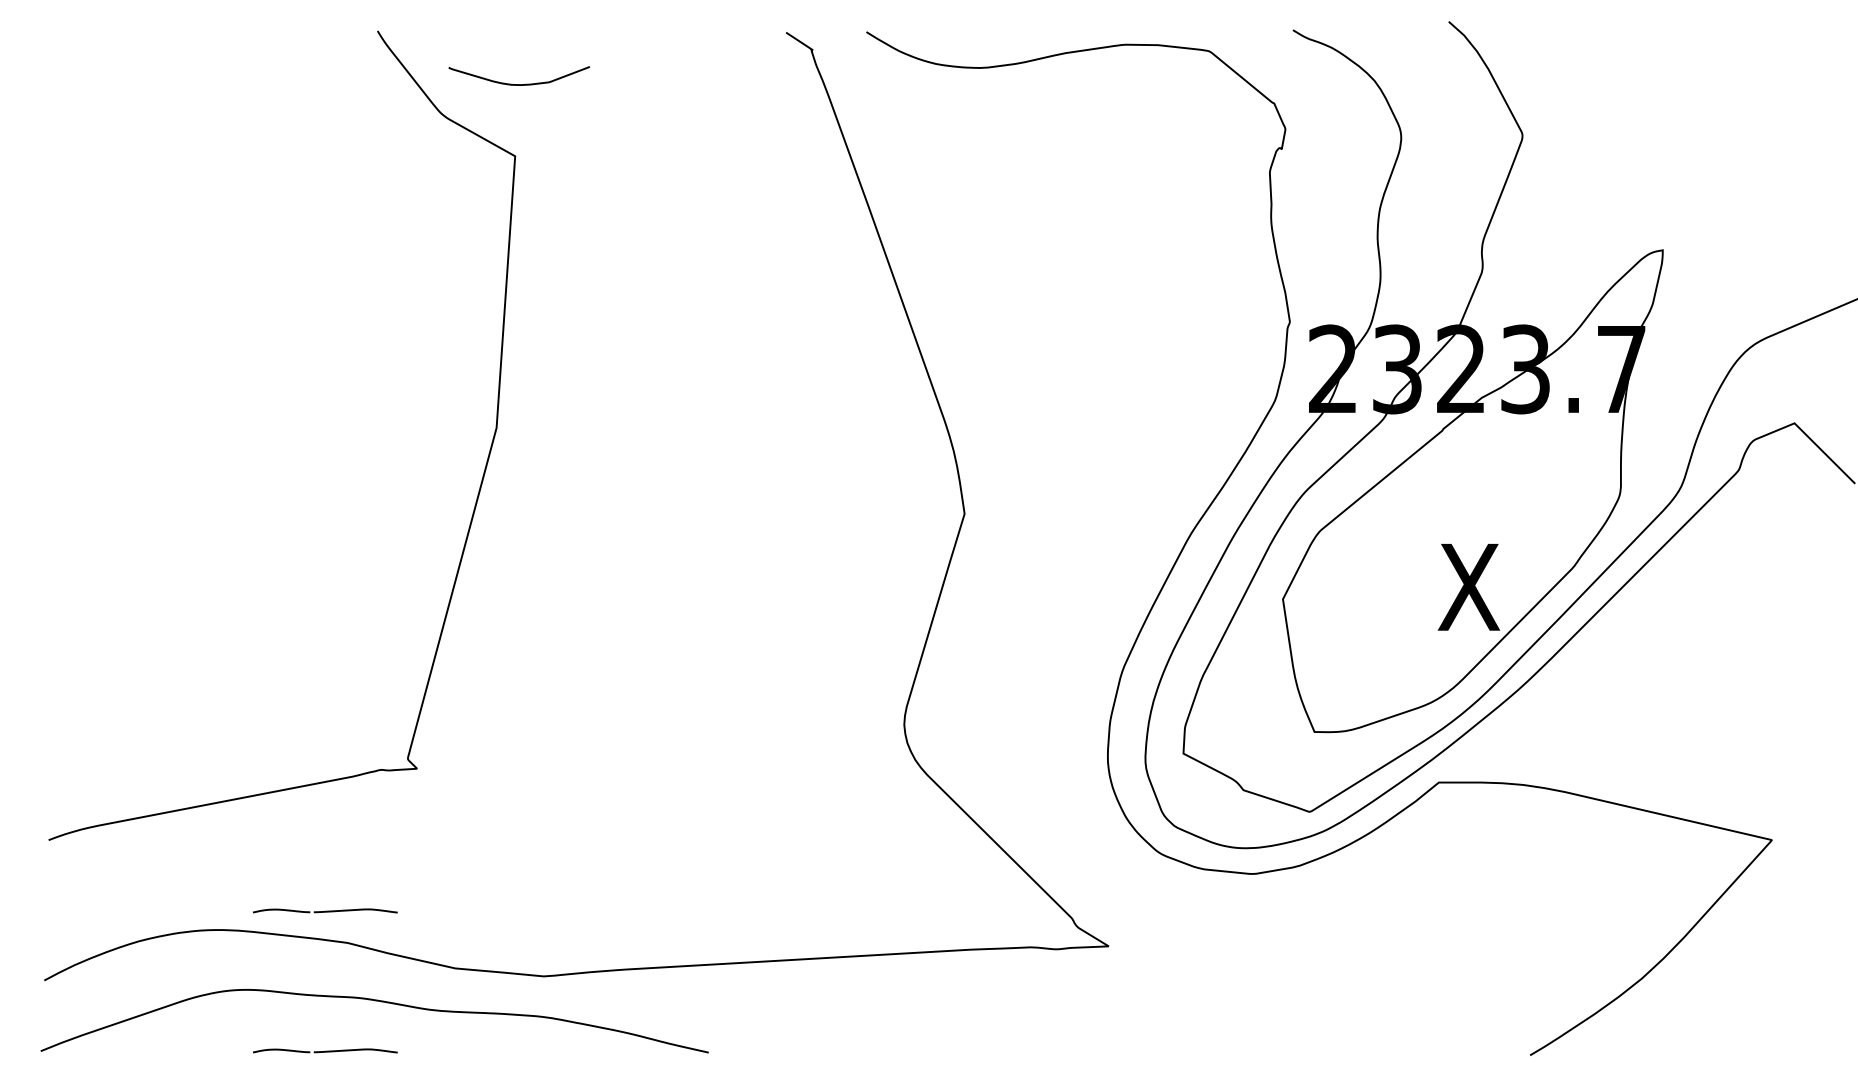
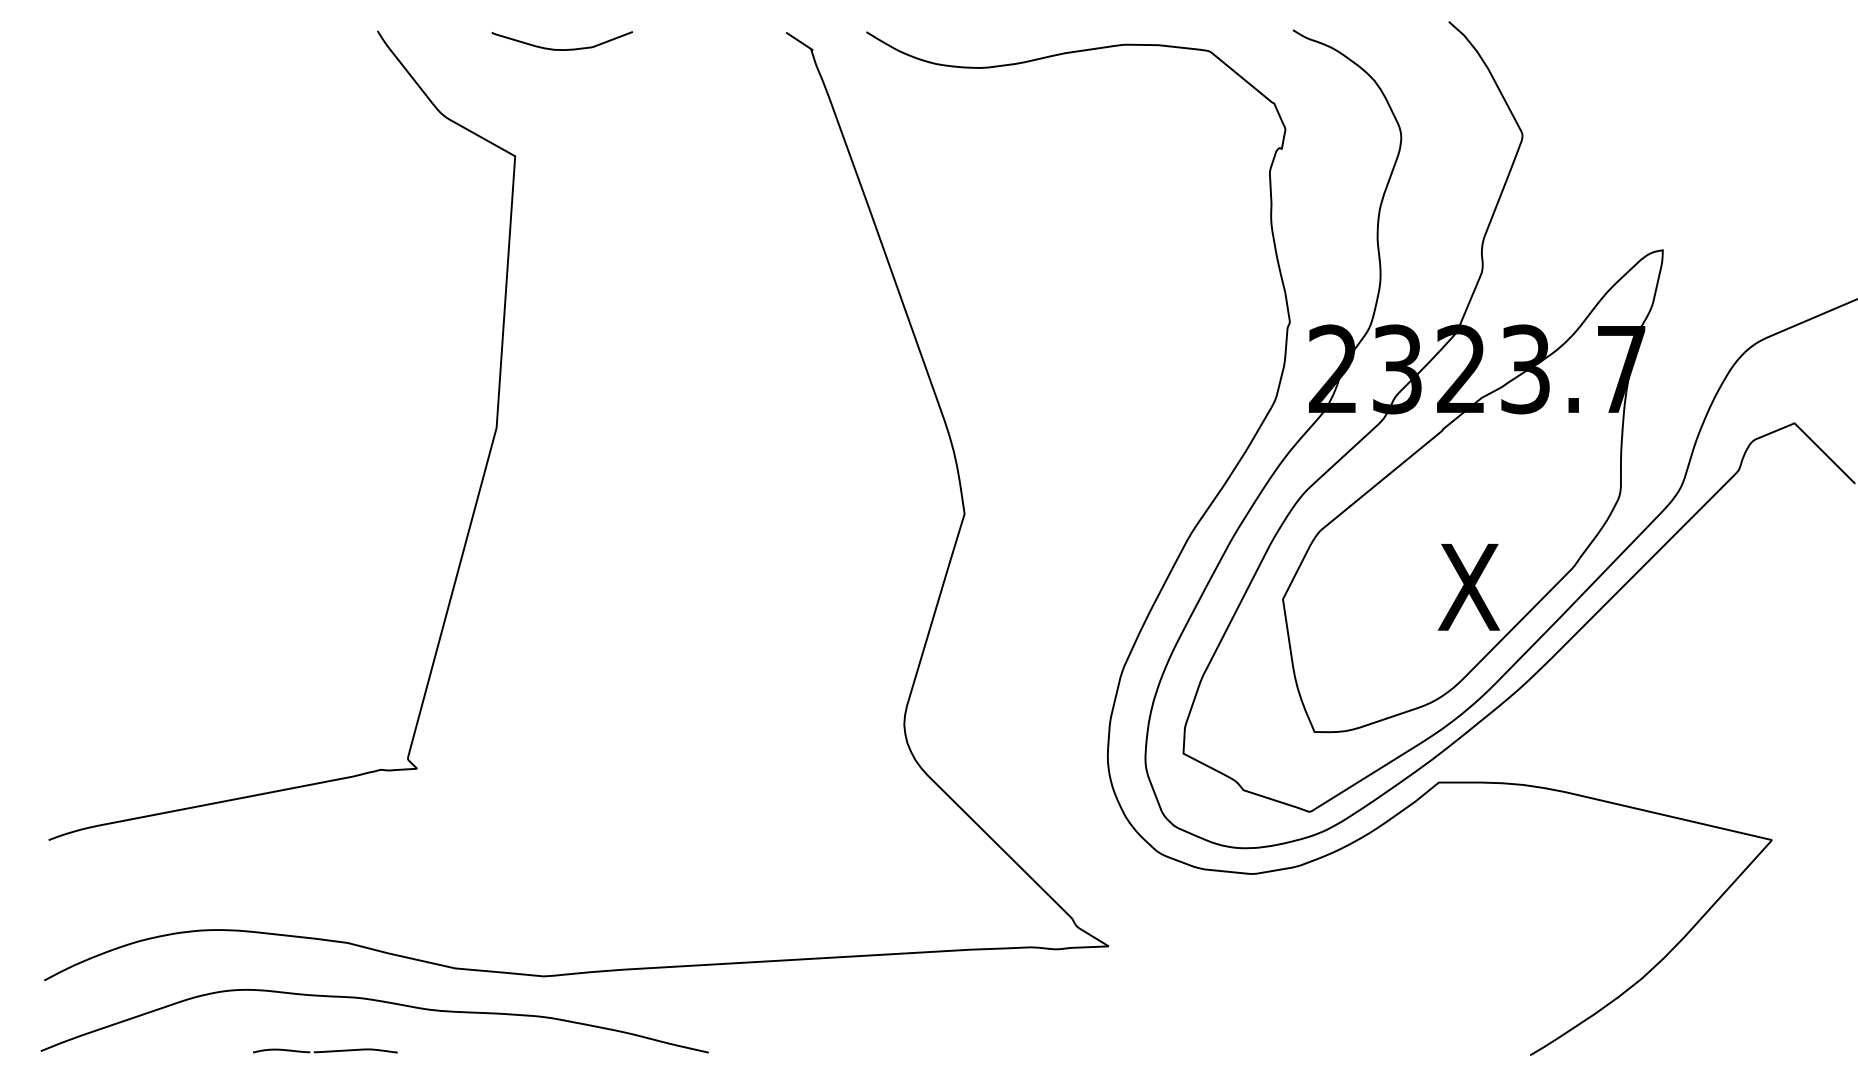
curve at (518, 84) position: (518, 84) -> (561, 49)
part at (325, 910): present -> none
